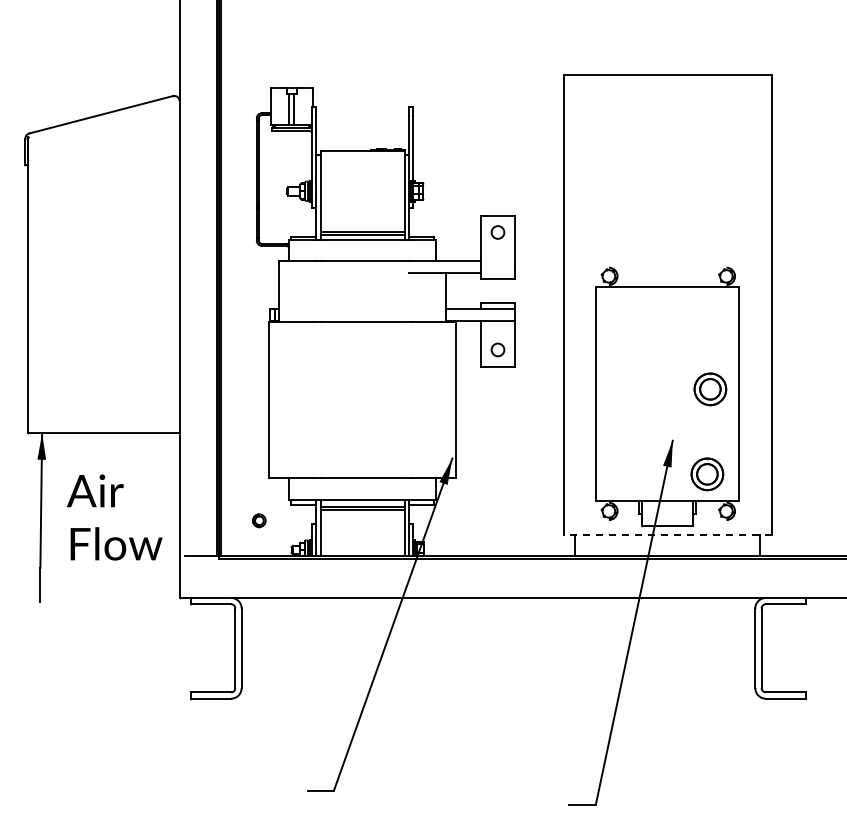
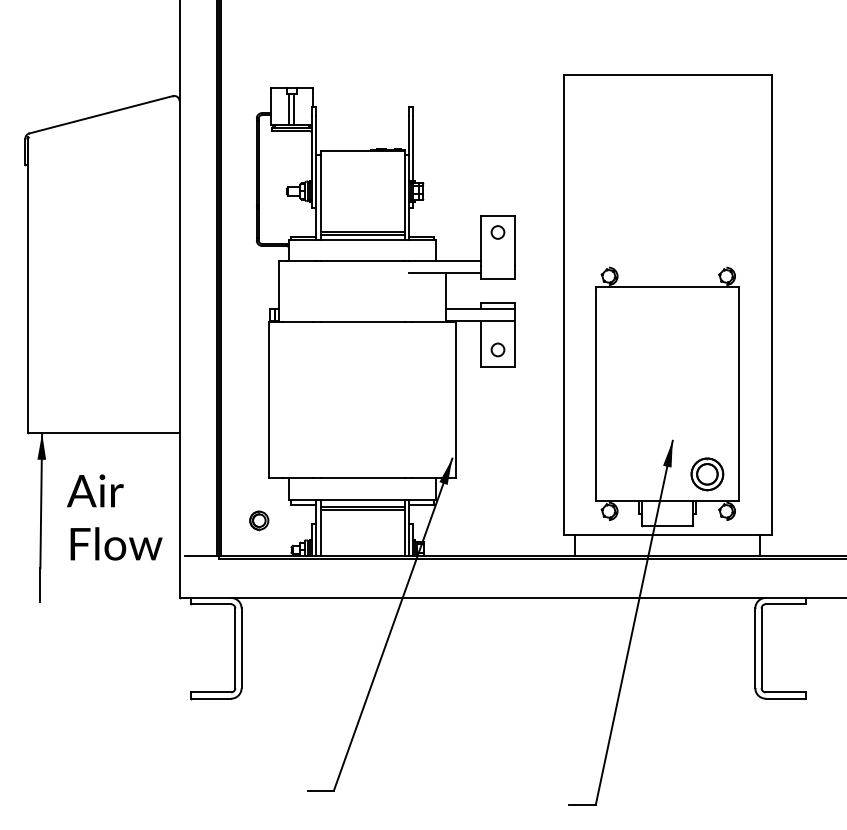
part at (710, 389): present -> none
part at (259, 520) size: 15x16 px -> 21x22 px
line at (667, 534): dashed -> solid
